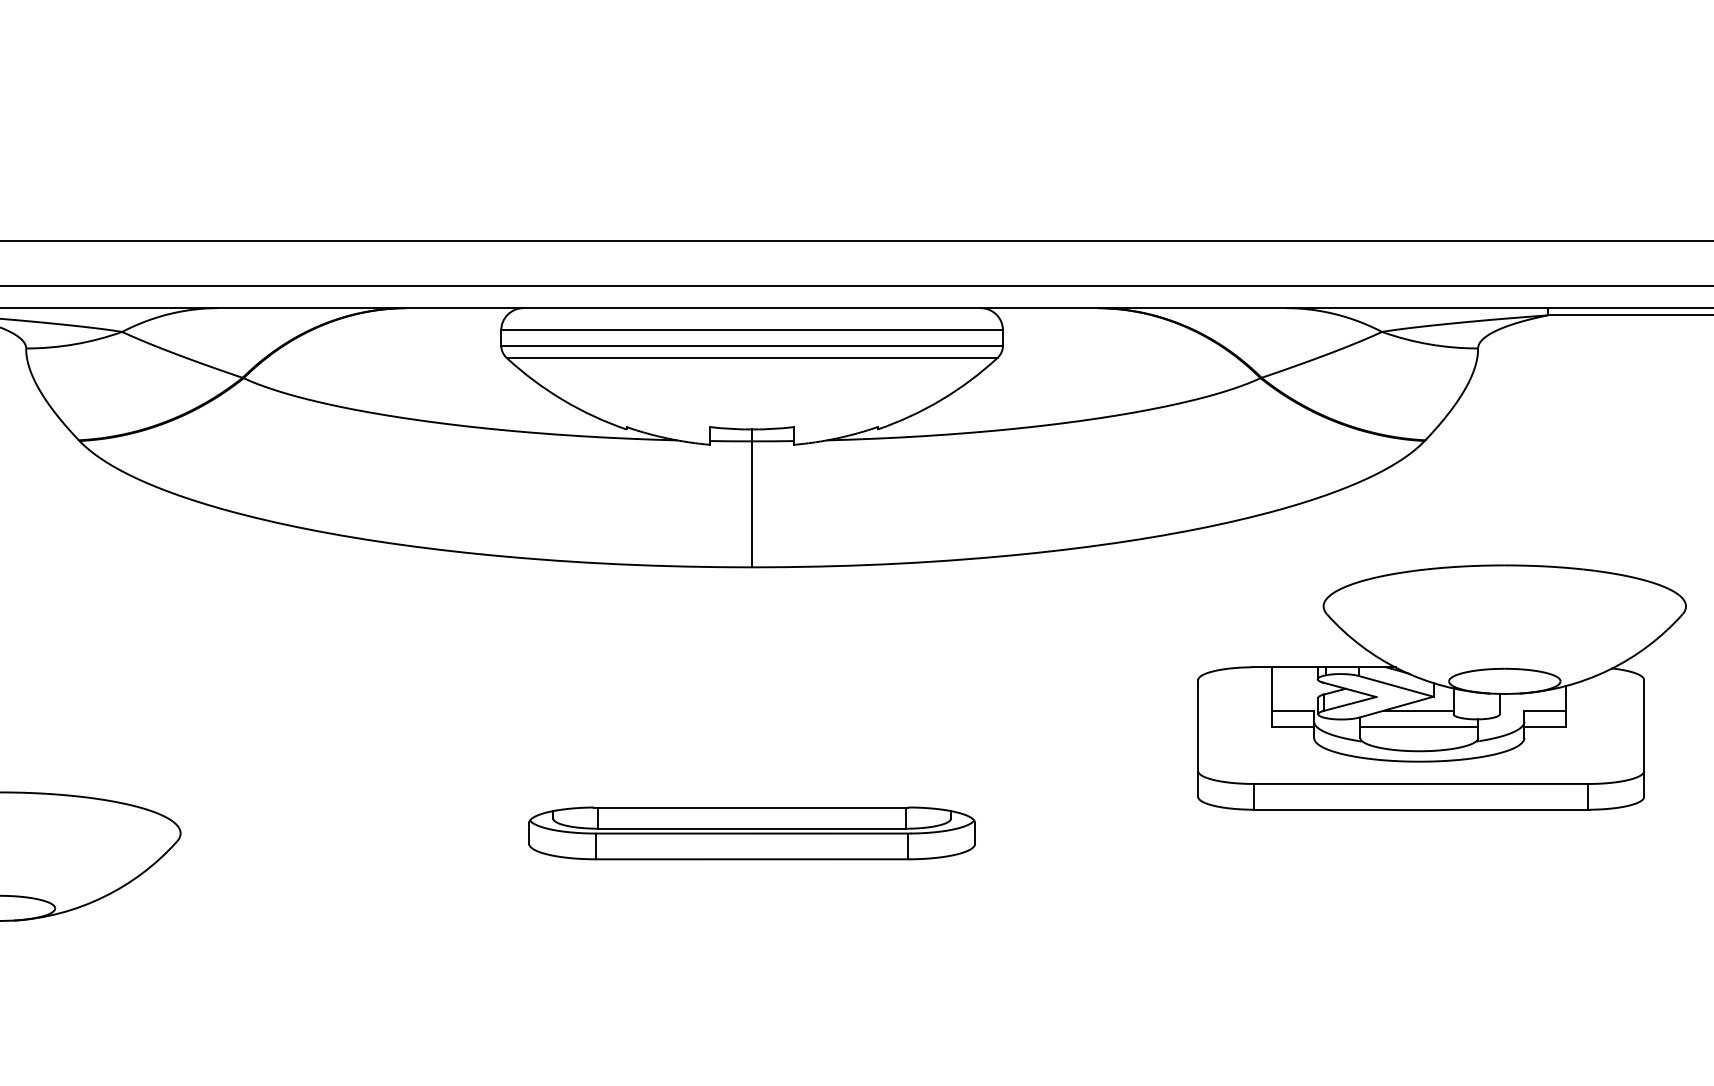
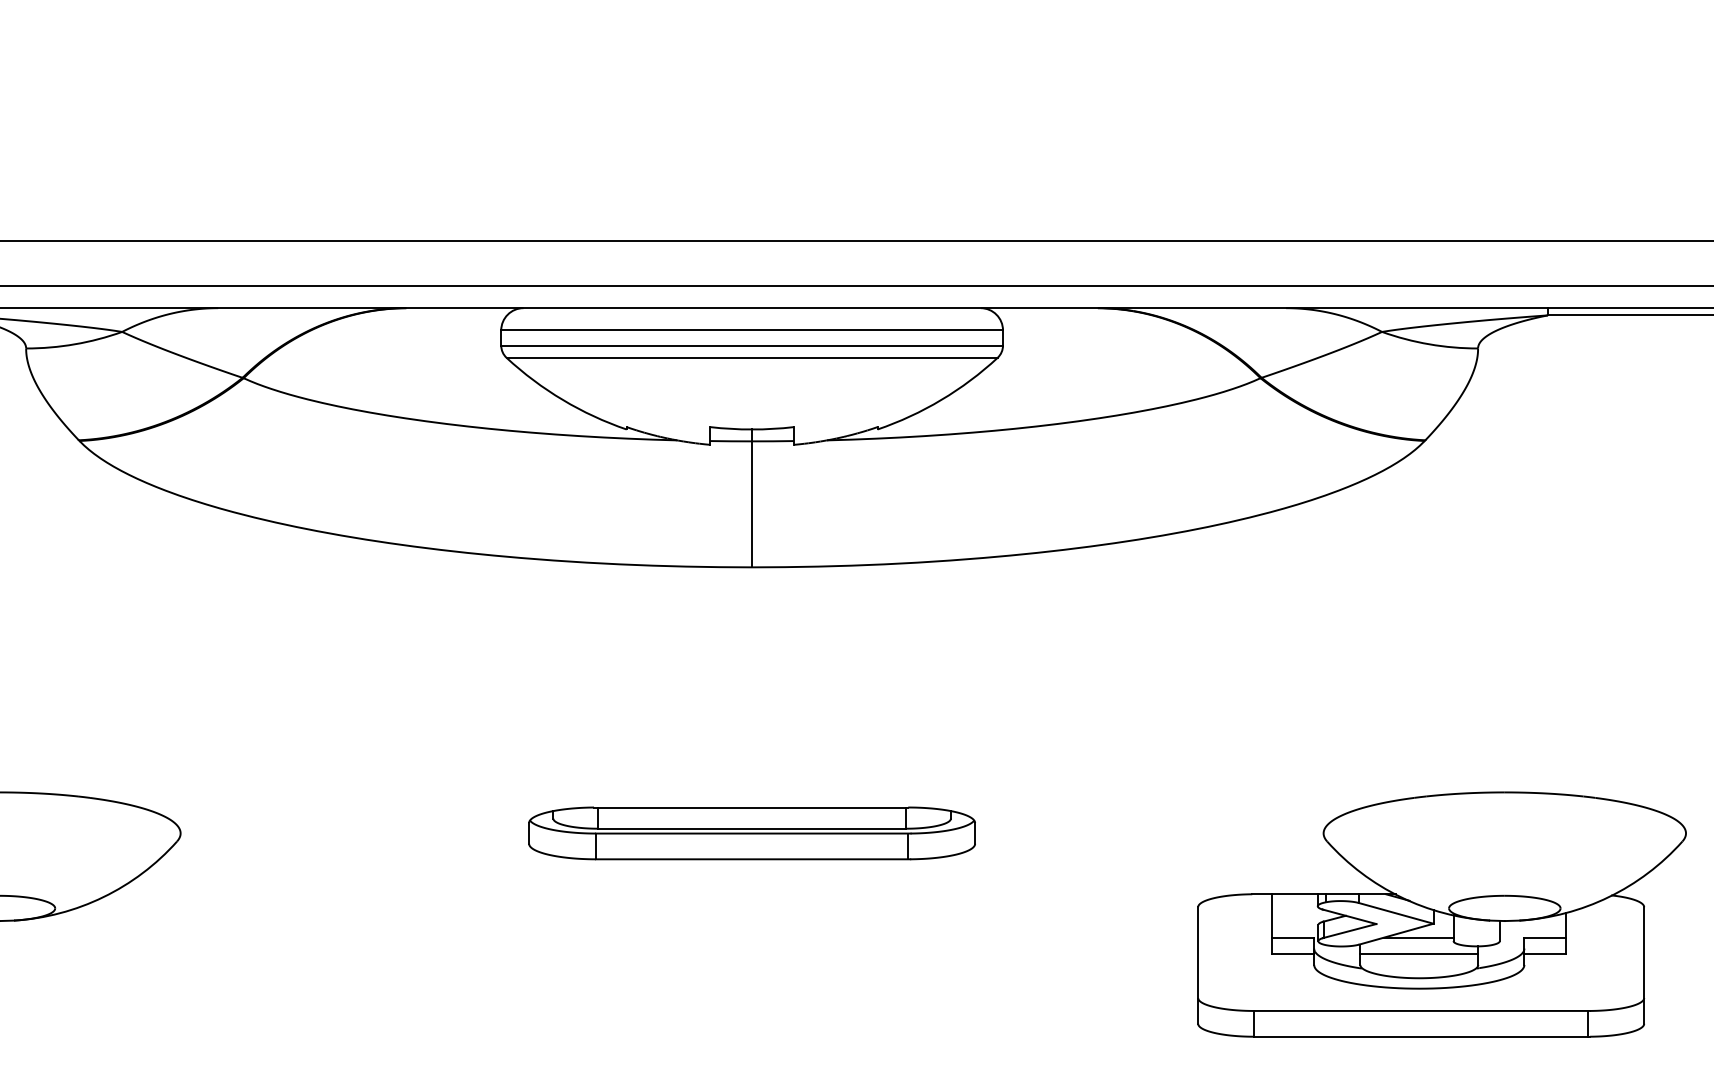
part at (1441, 687) position: (1441, 687) -> (1441, 914)
